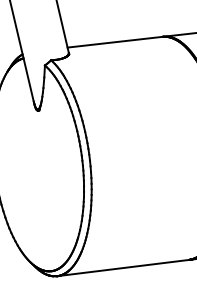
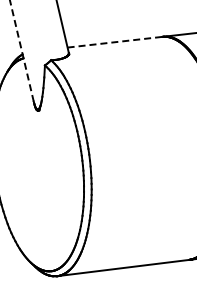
line at (115, 42): solid -> dashed
line at (21, 51): solid -> dashed
